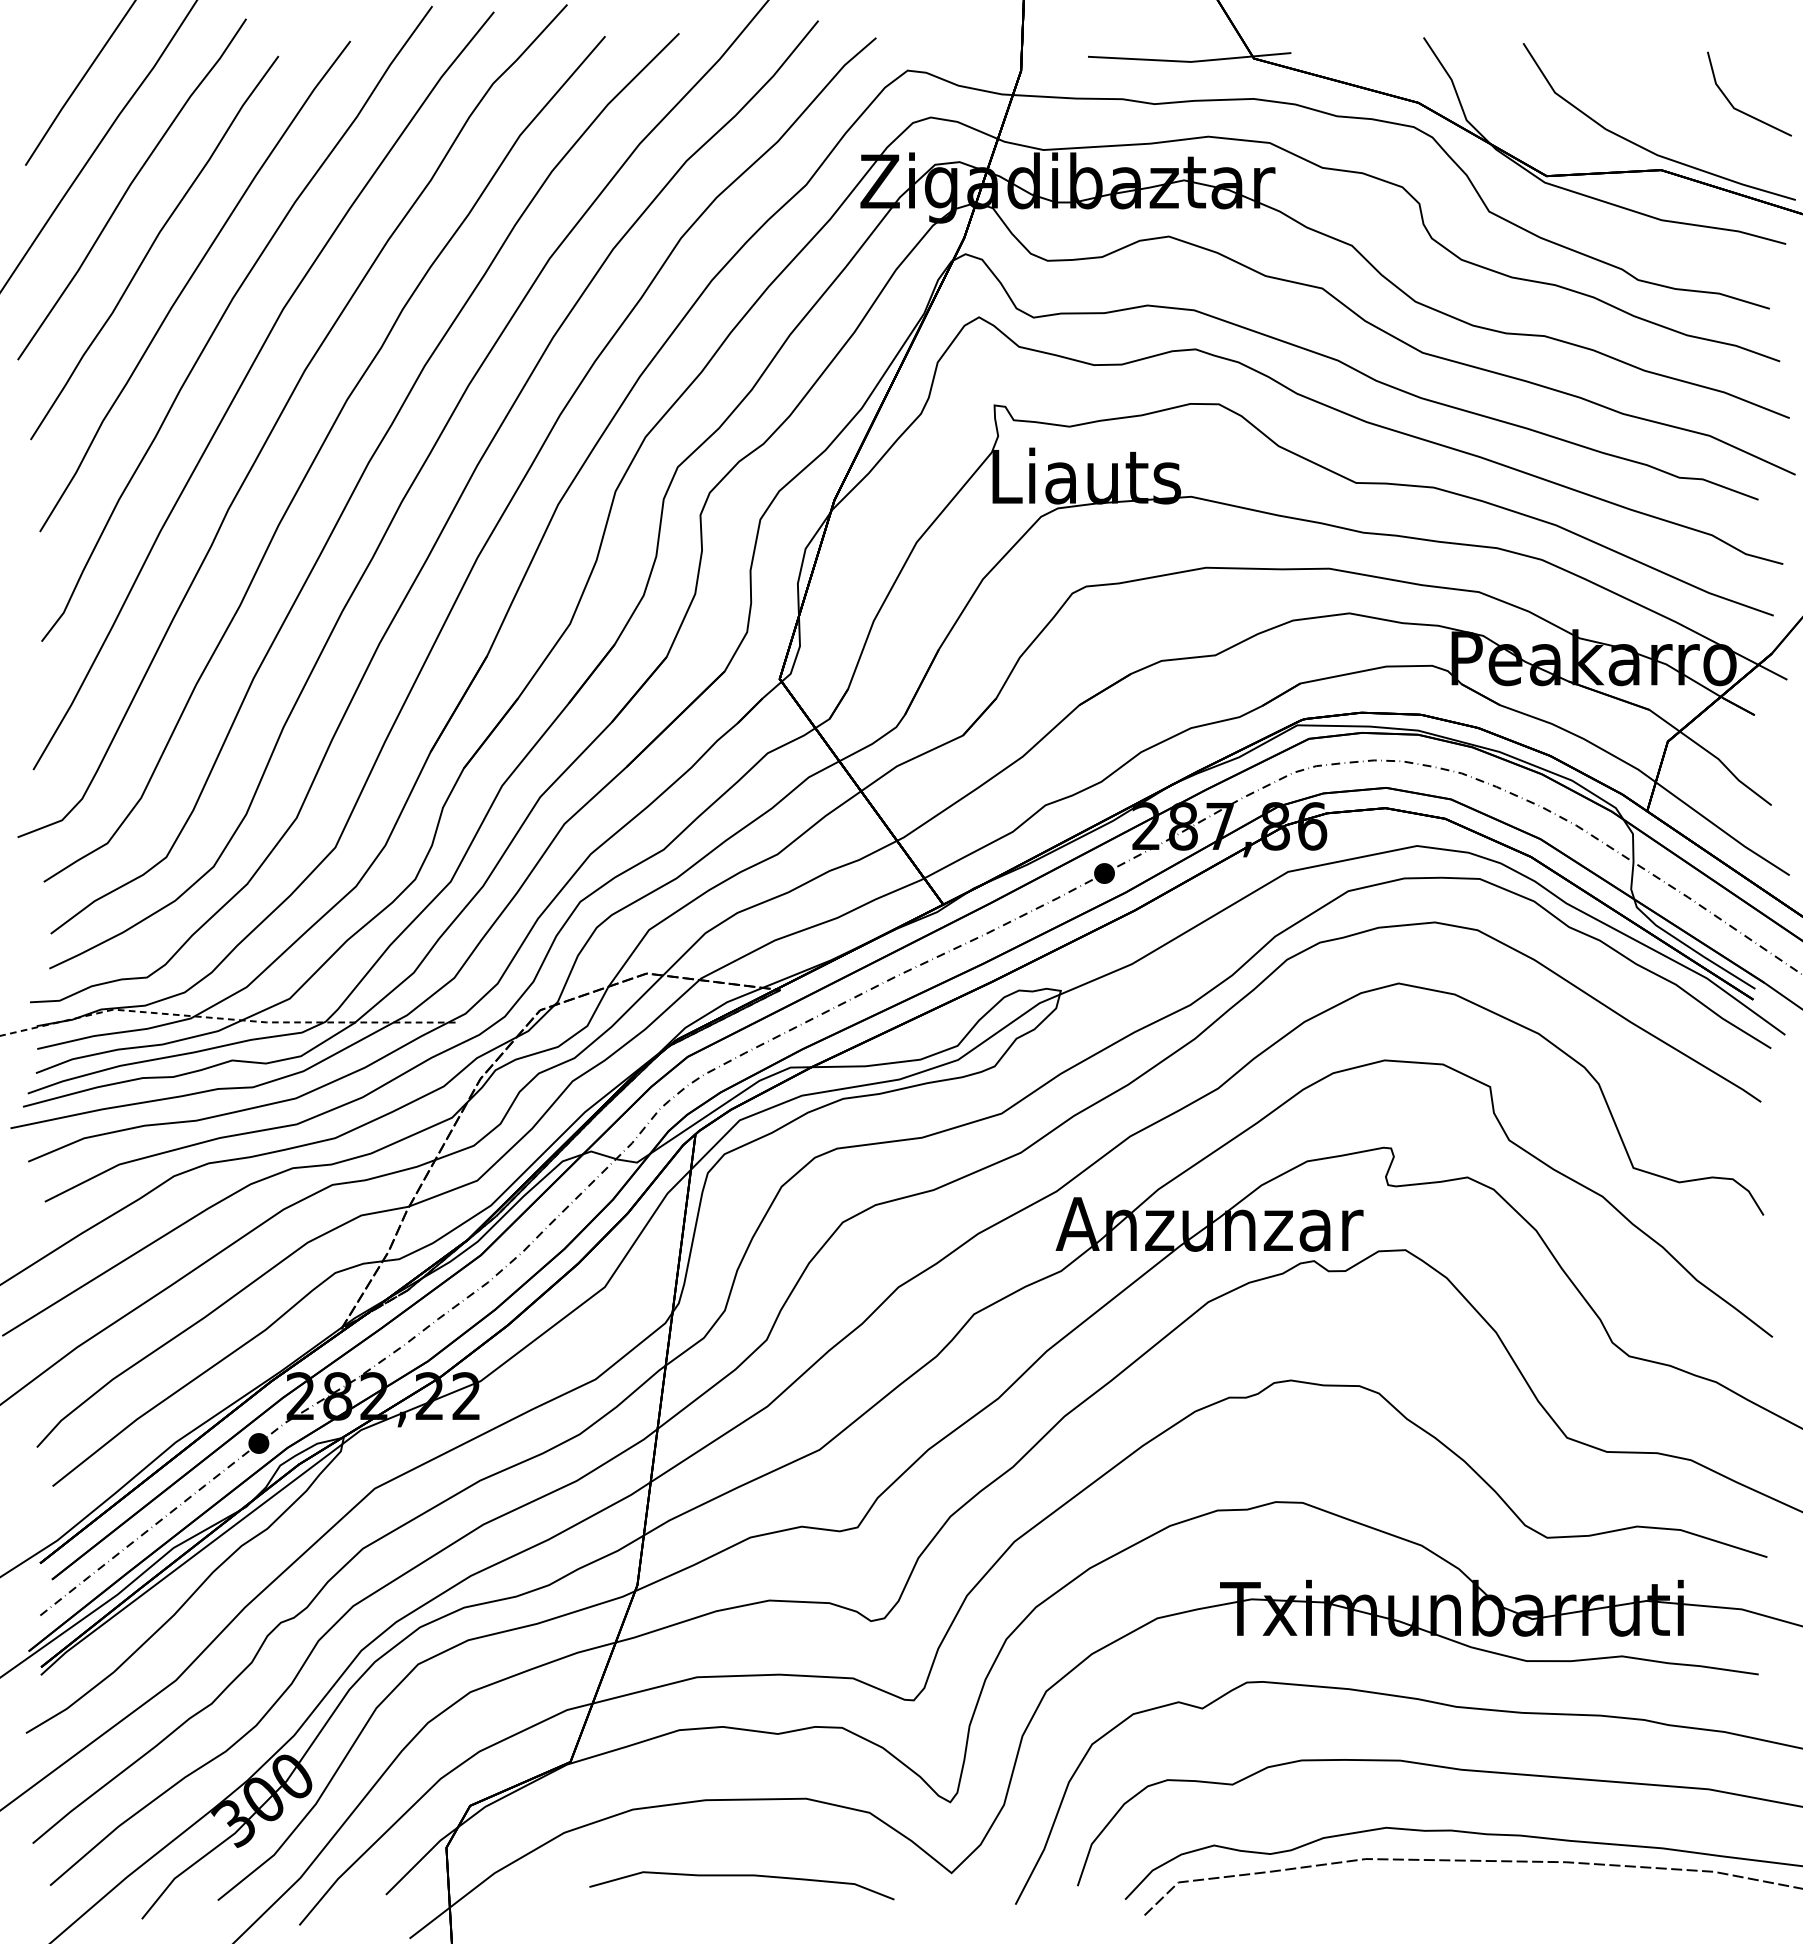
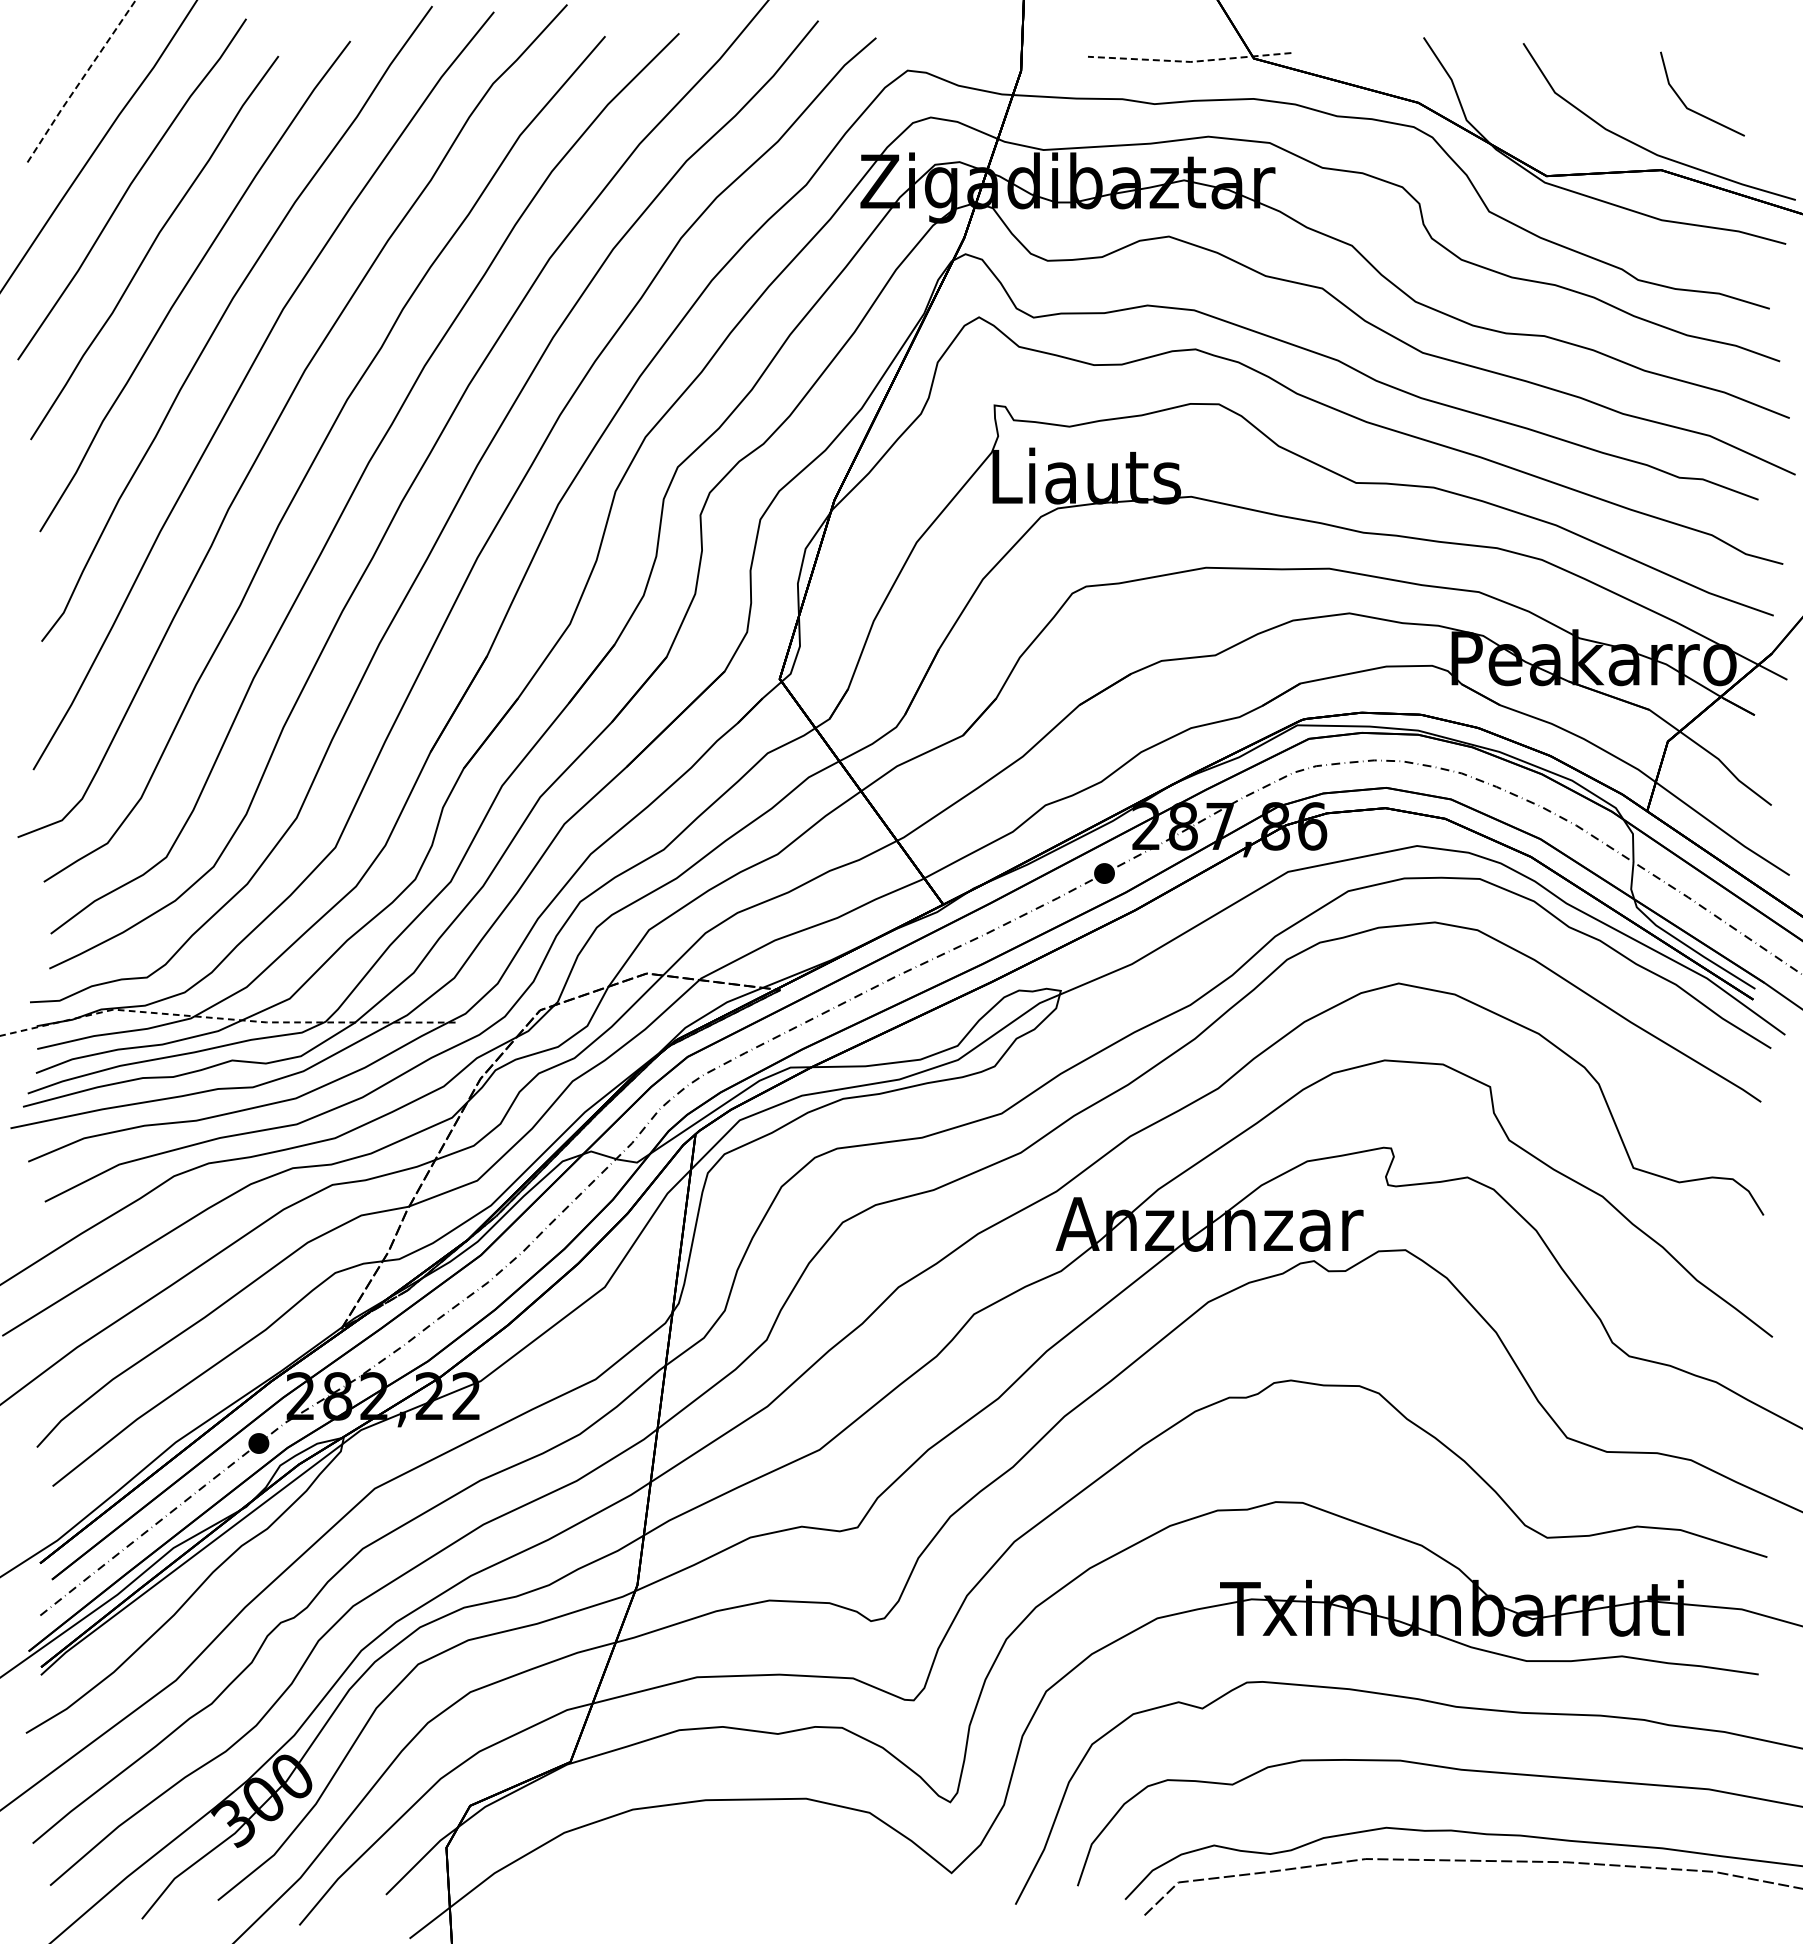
line at (1189, 61): solid -> dashed
line at (79, 83): solid -> dashed
line at (1741, 110) position: (1741, 110) -> (1694, 110)
curve at (741, 1876): present -> none
